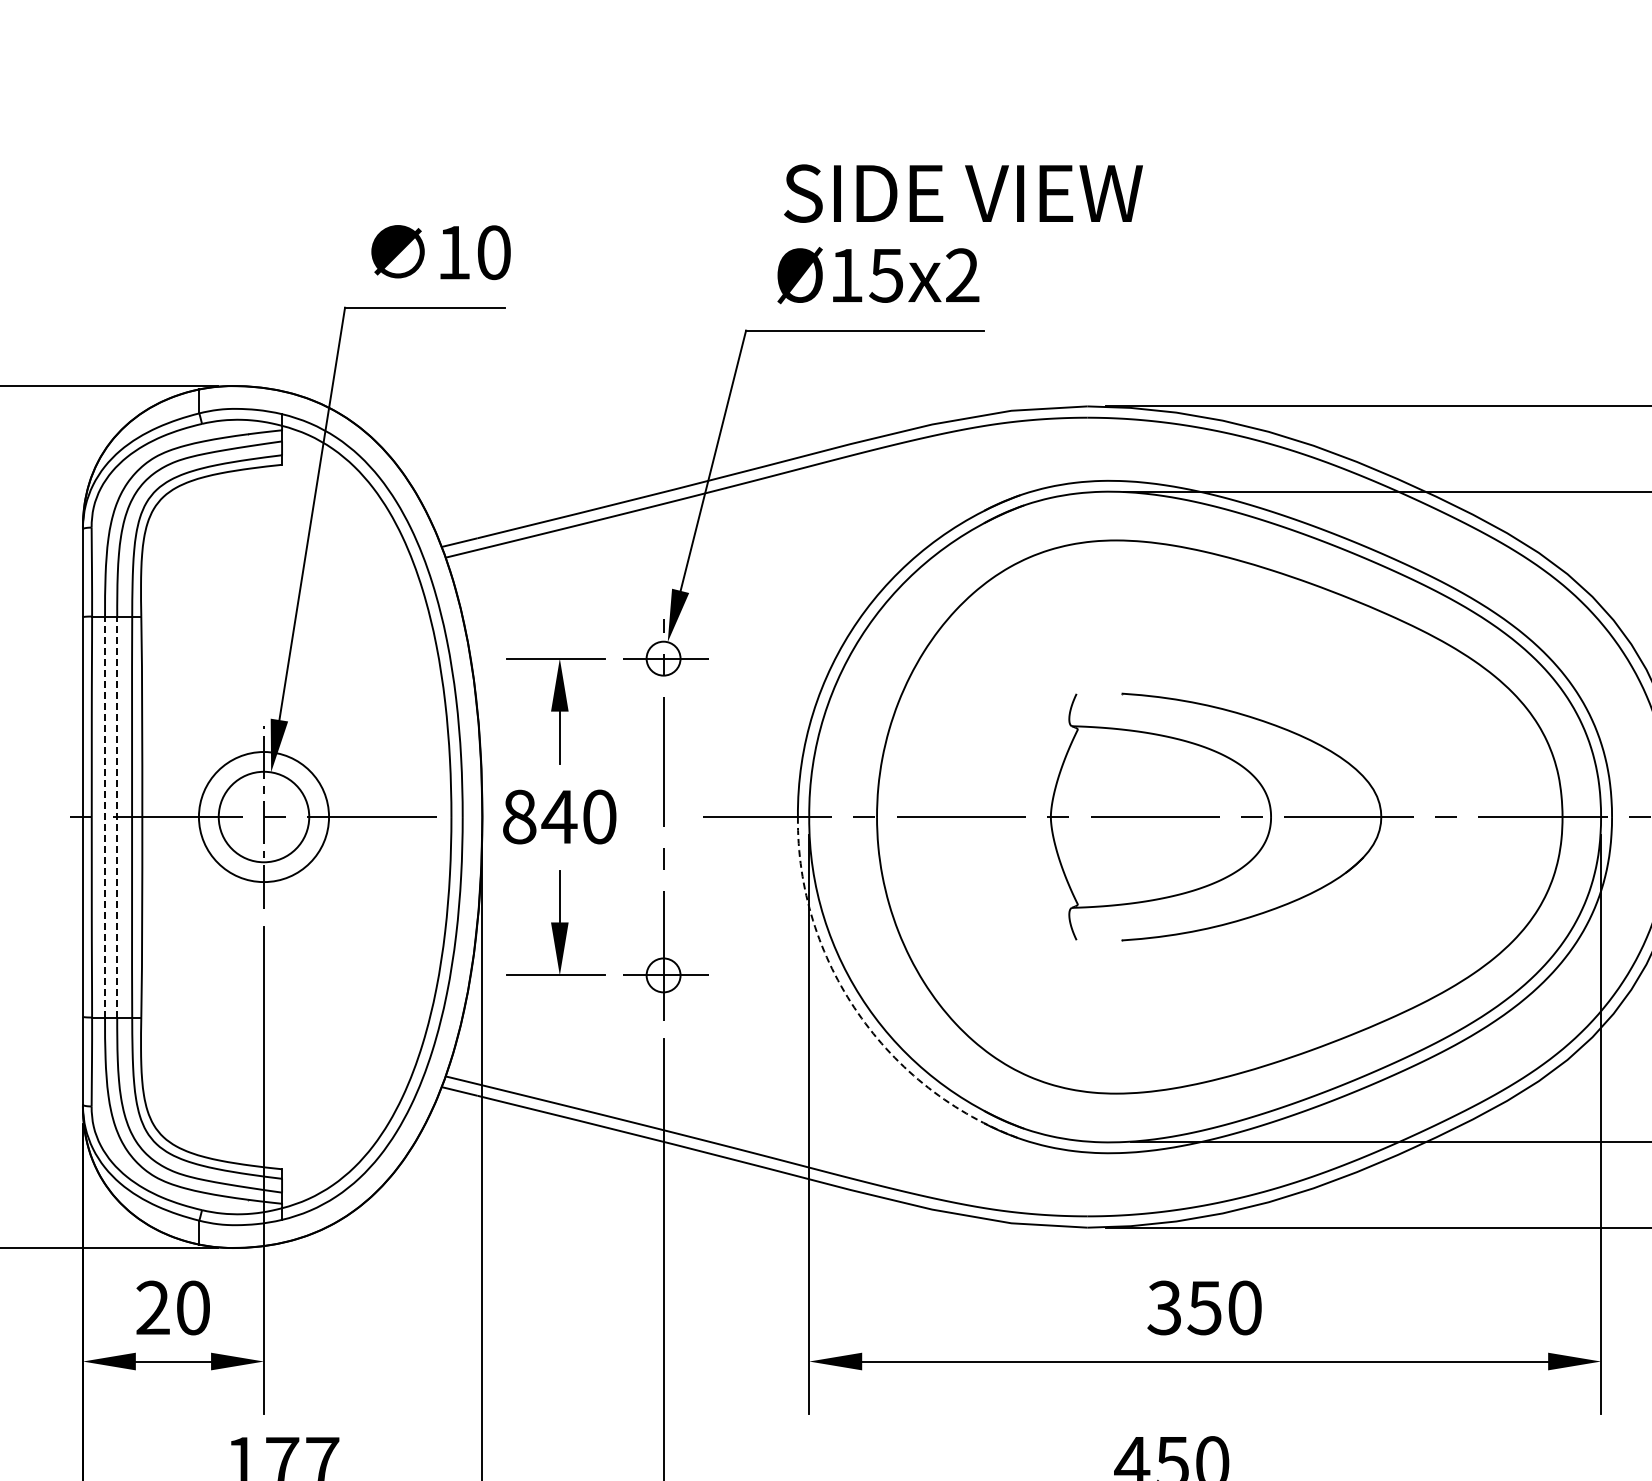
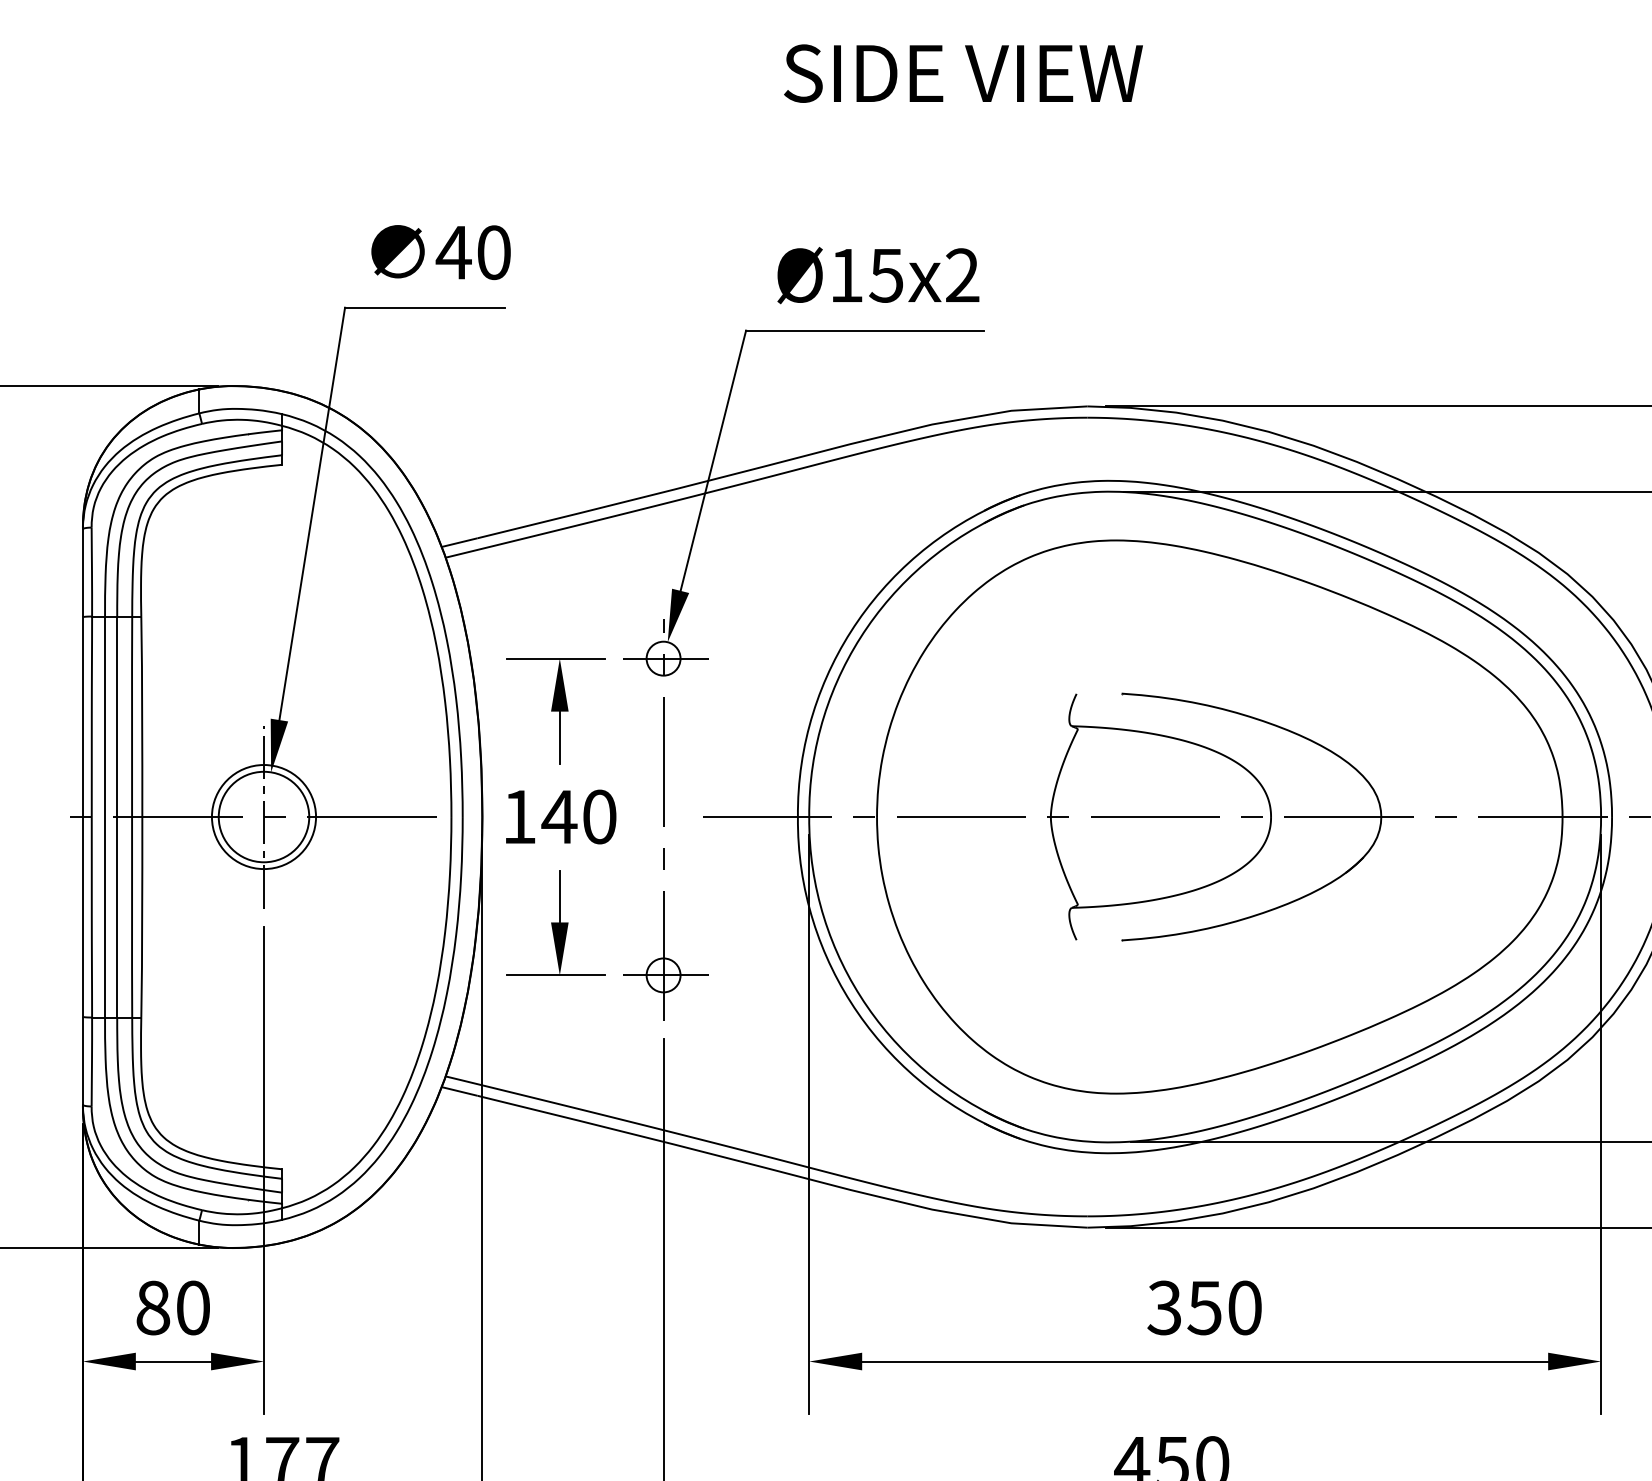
text at (963, 193) position: (963, 193) -> (963, 73)
text at (453, 252): 10 -> 40
line at (105, 816): dashed -> solid
line at (117, 816): dashed -> solid
text at (519, 816): 840 -> 140
circle at (263, 817) diameter: 130 px -> 104 px
arc at (858, 1013): dashed -> solid
text at (153, 1307): 20 -> 80
